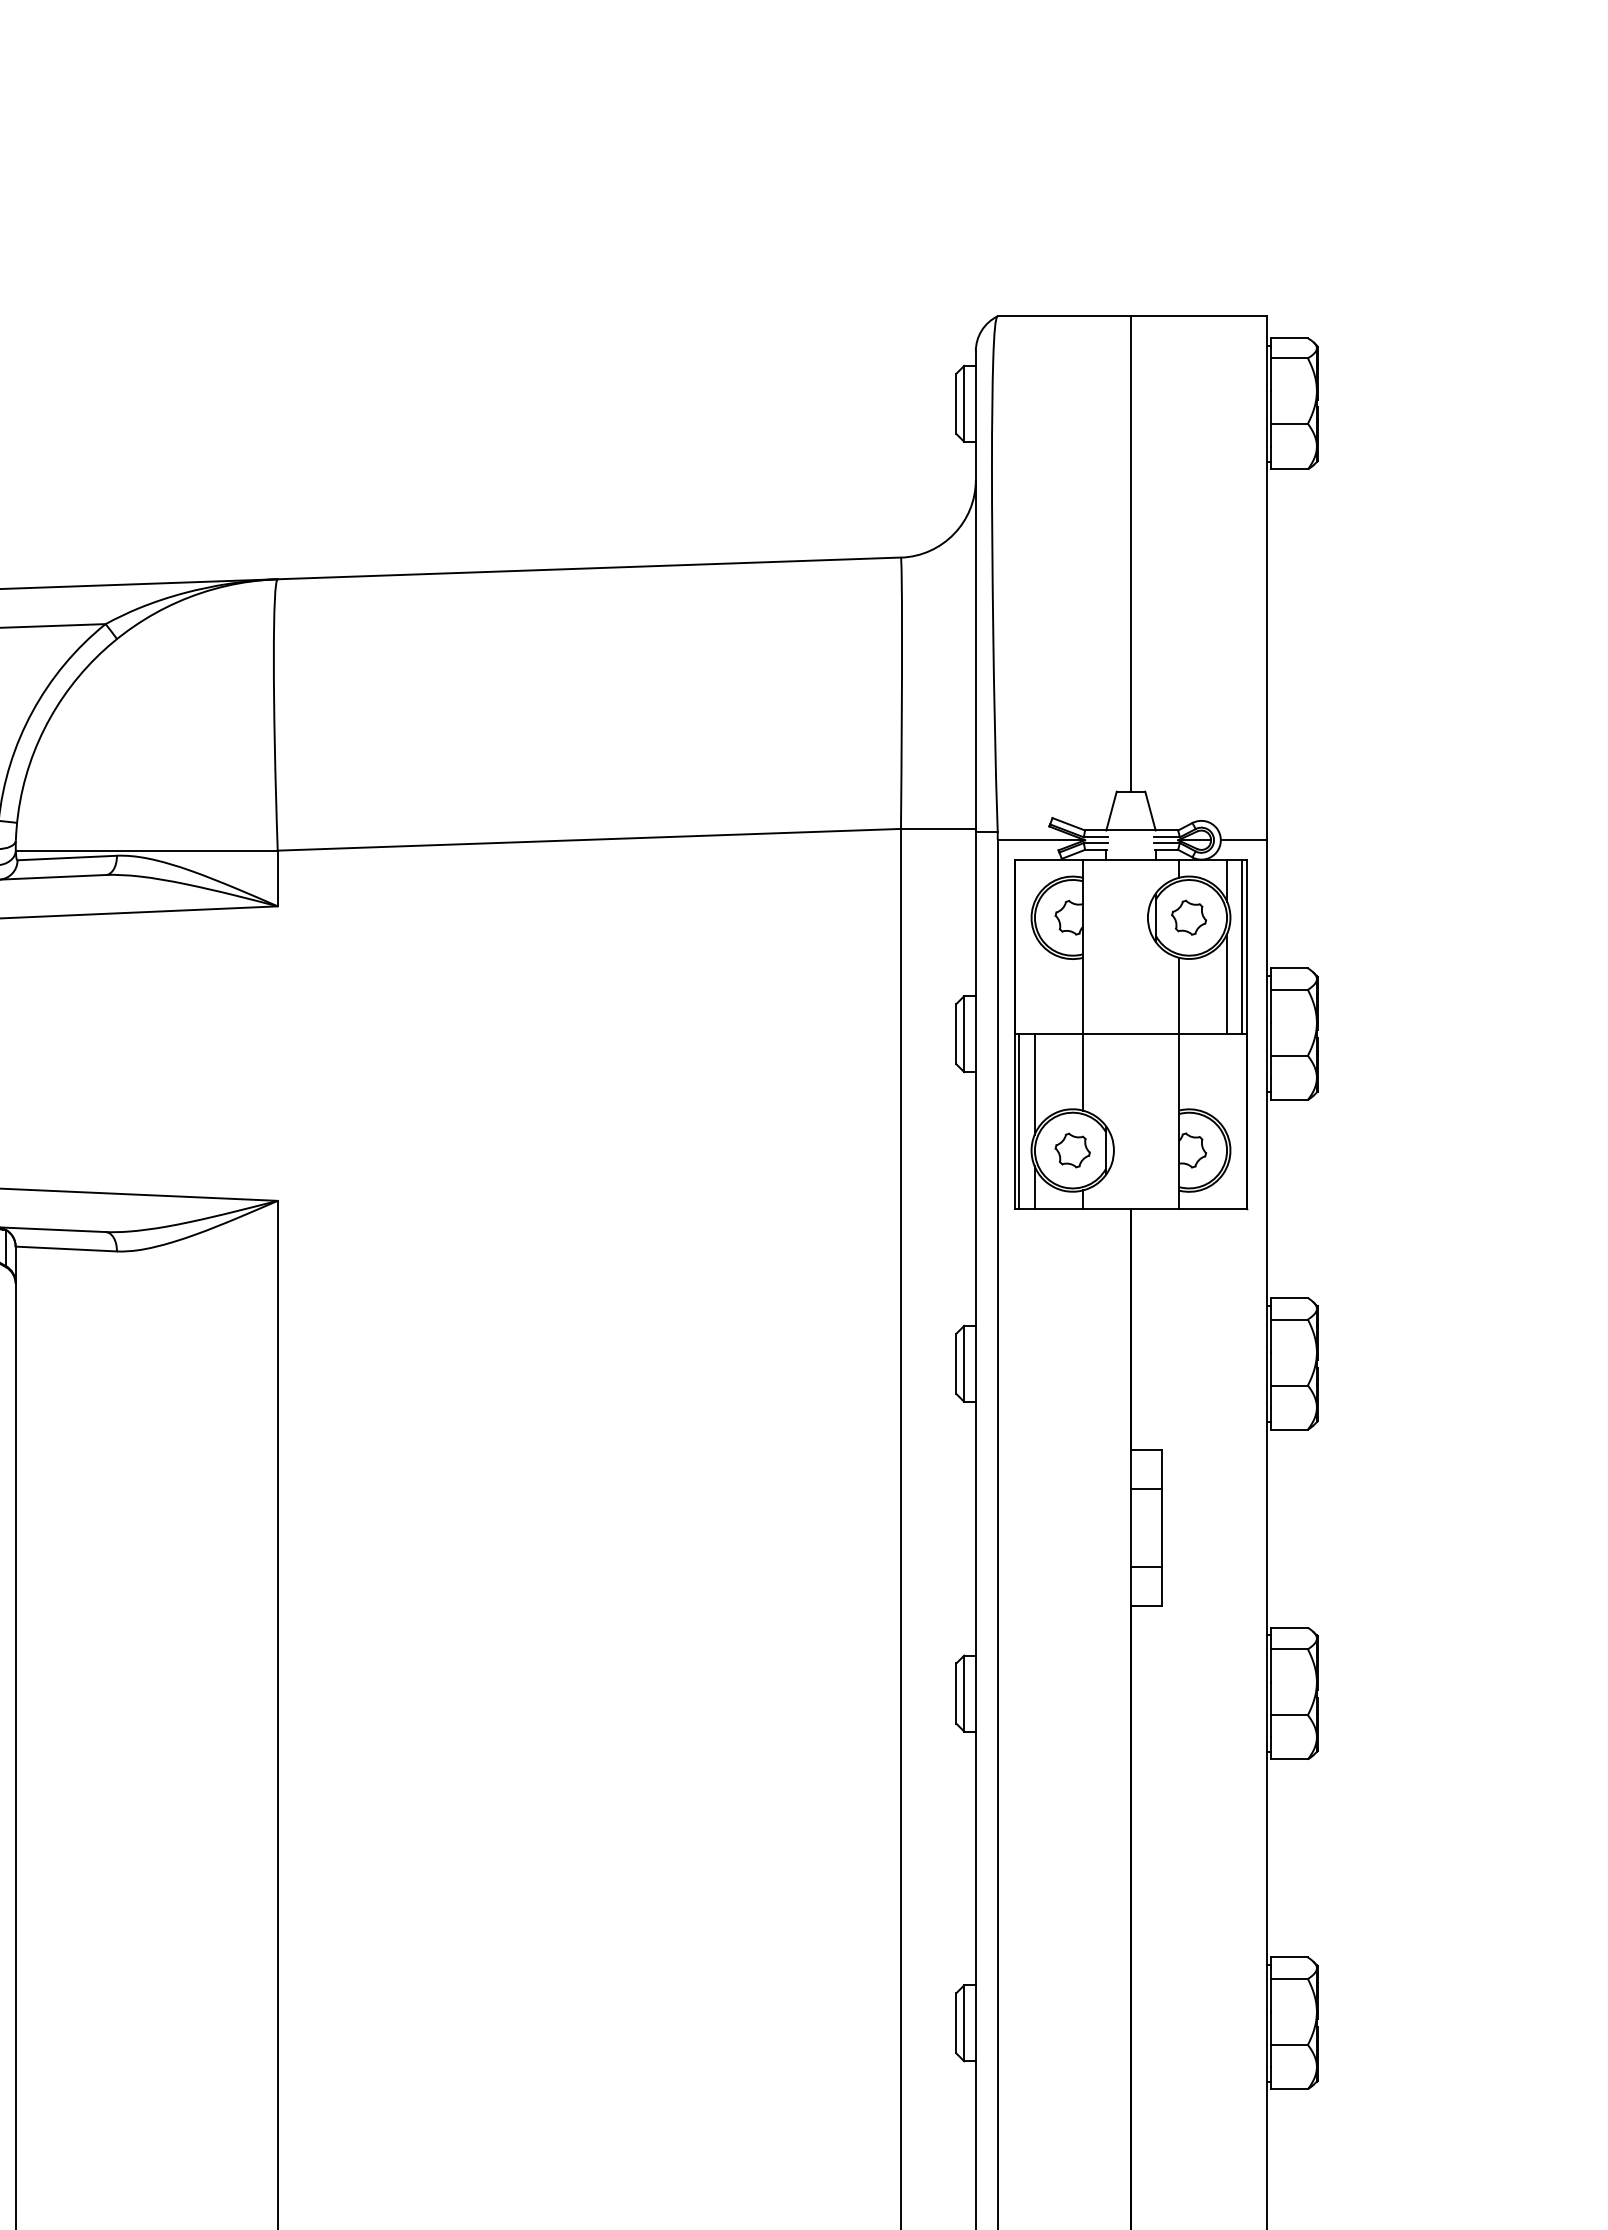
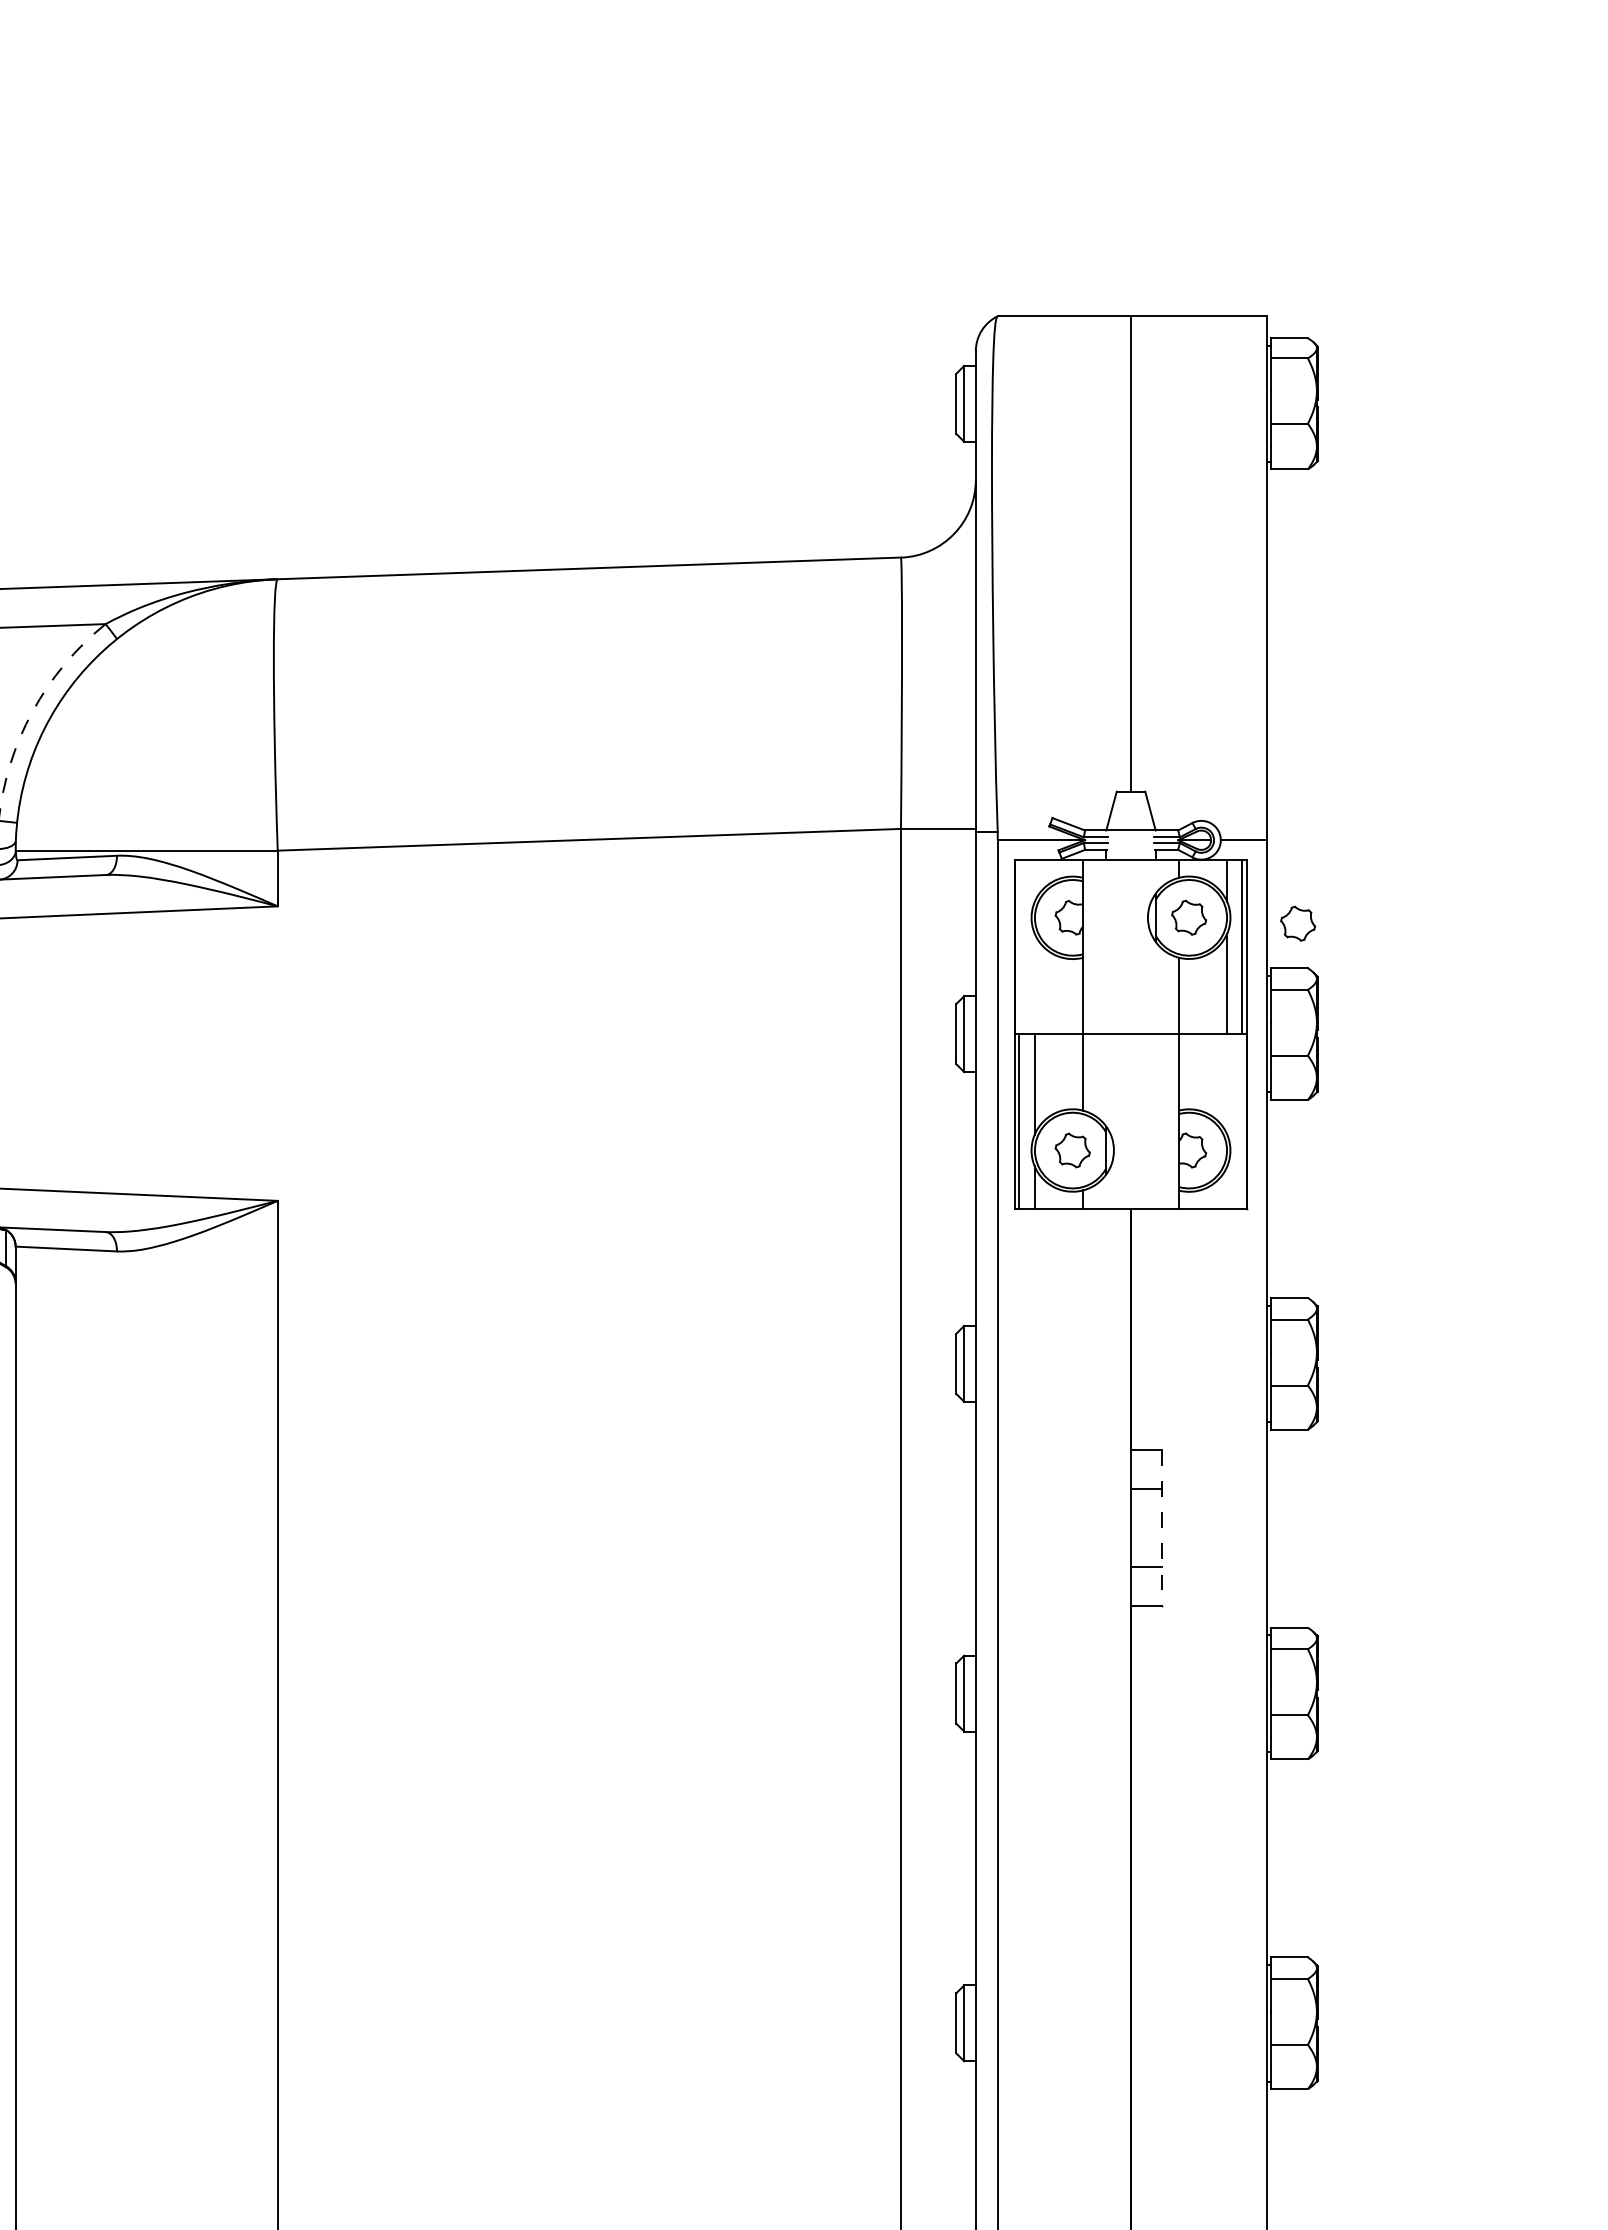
arc at (34, 708): solid -> dashed
part at (1297, 923): none -> present
line at (1162, 1527): solid -> dashed
